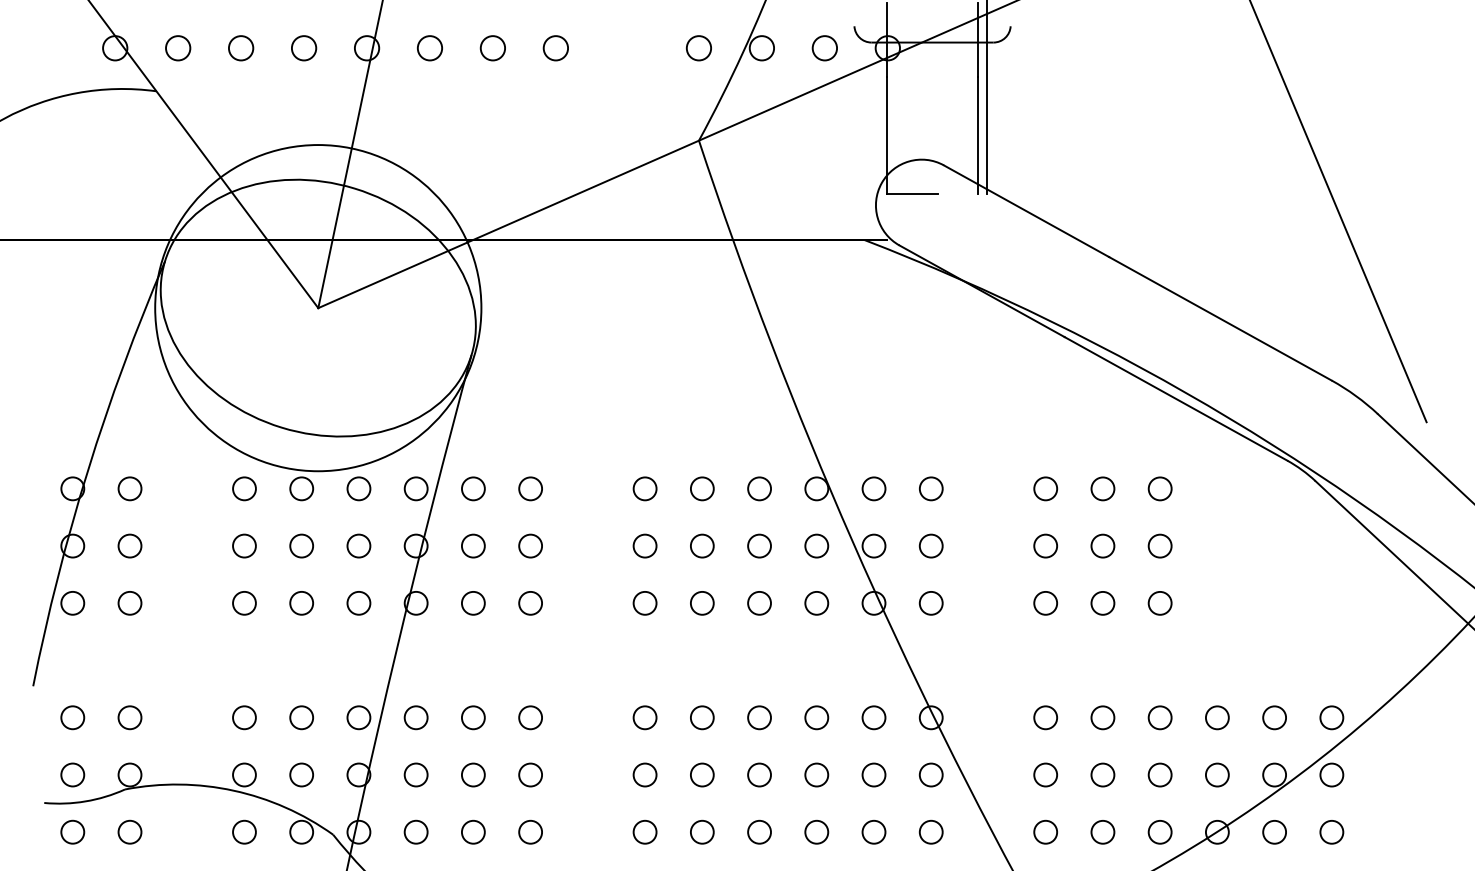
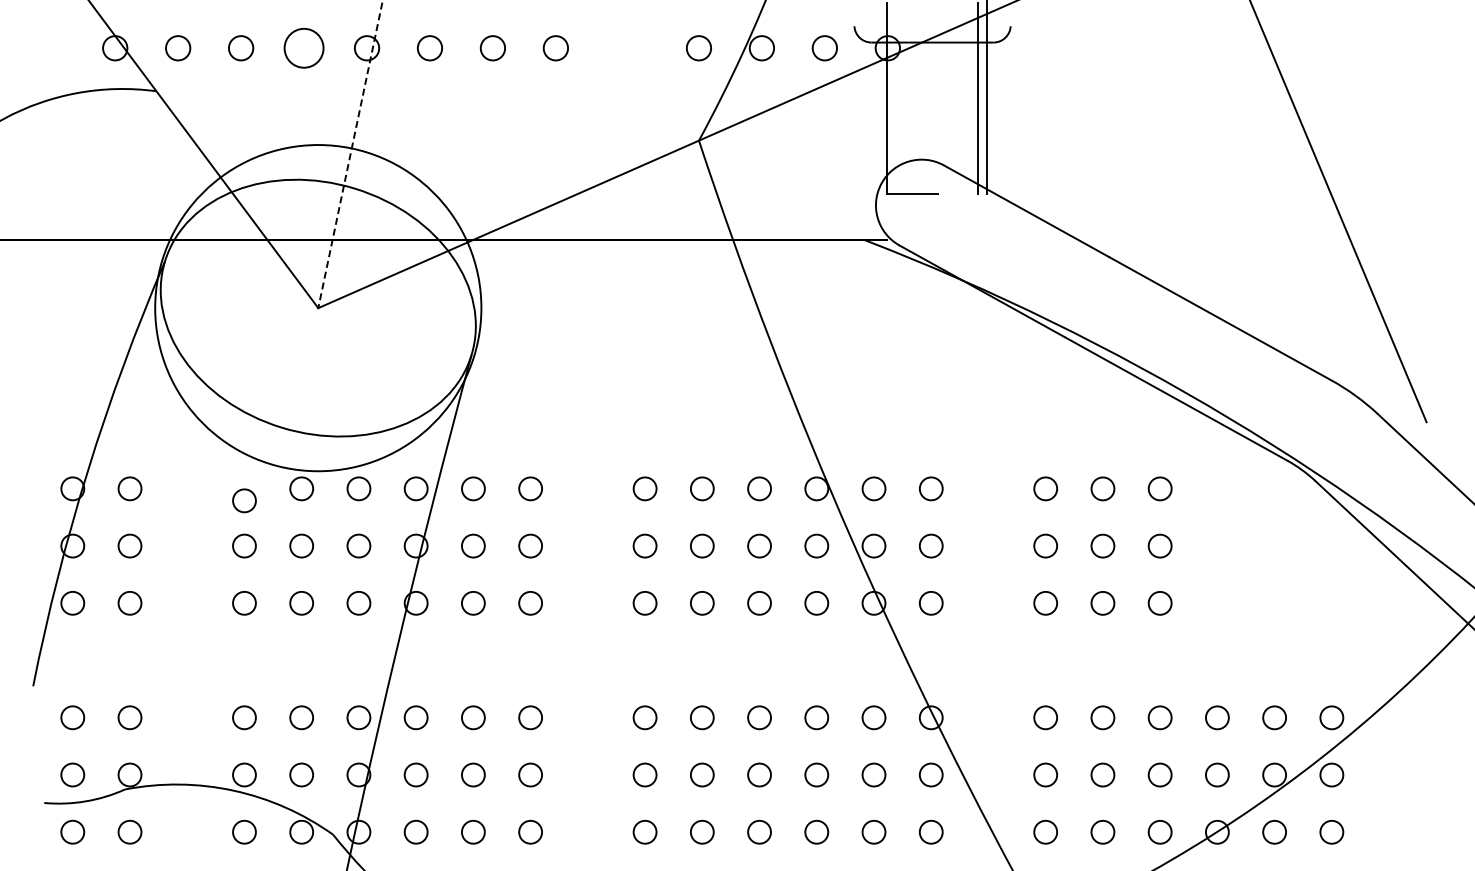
circle at (303, 48) diameter: 24 px -> 39 px
line at (350, 154): solid -> dashed
circle at (244, 488) position: (244, 488) -> (244, 500)
